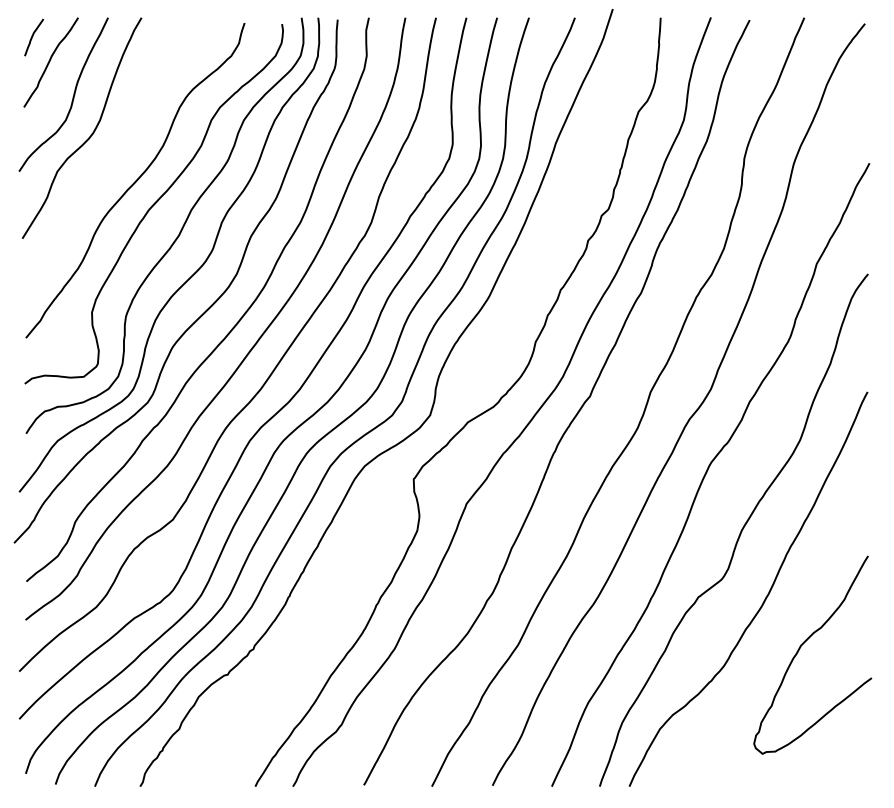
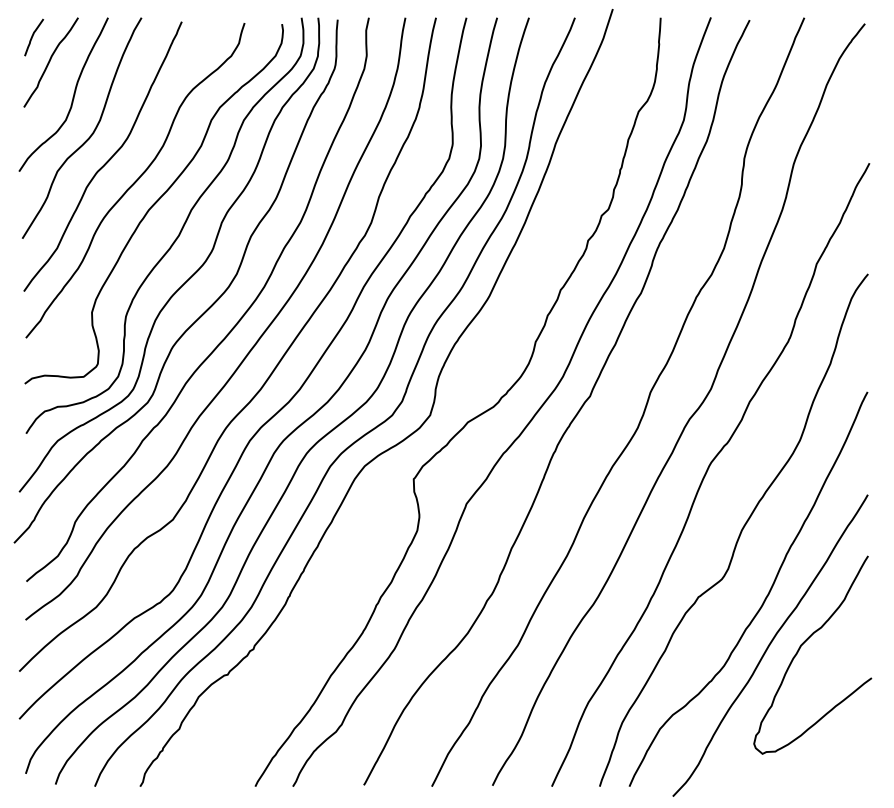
curve at (107, 160): none -> present
curve at (770, 645): none -> present
